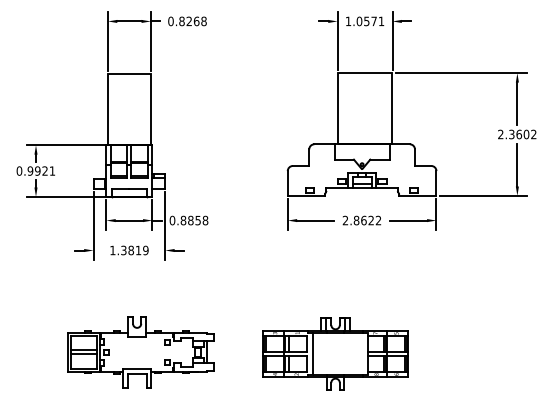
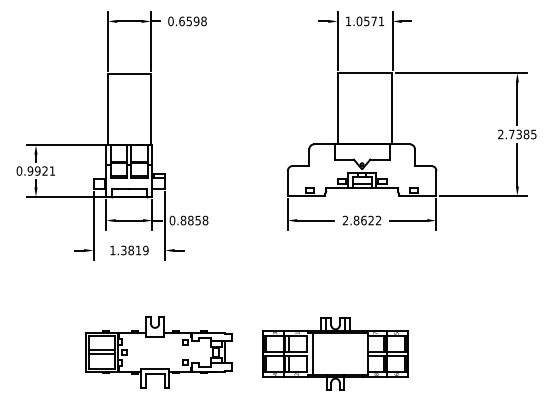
text at (189, 21): 0.8268 -> 0.6598
text at (522, 134): 2.3602 -> 2.7385
part at (140, 352) position: (140, 352) -> (158, 352)
